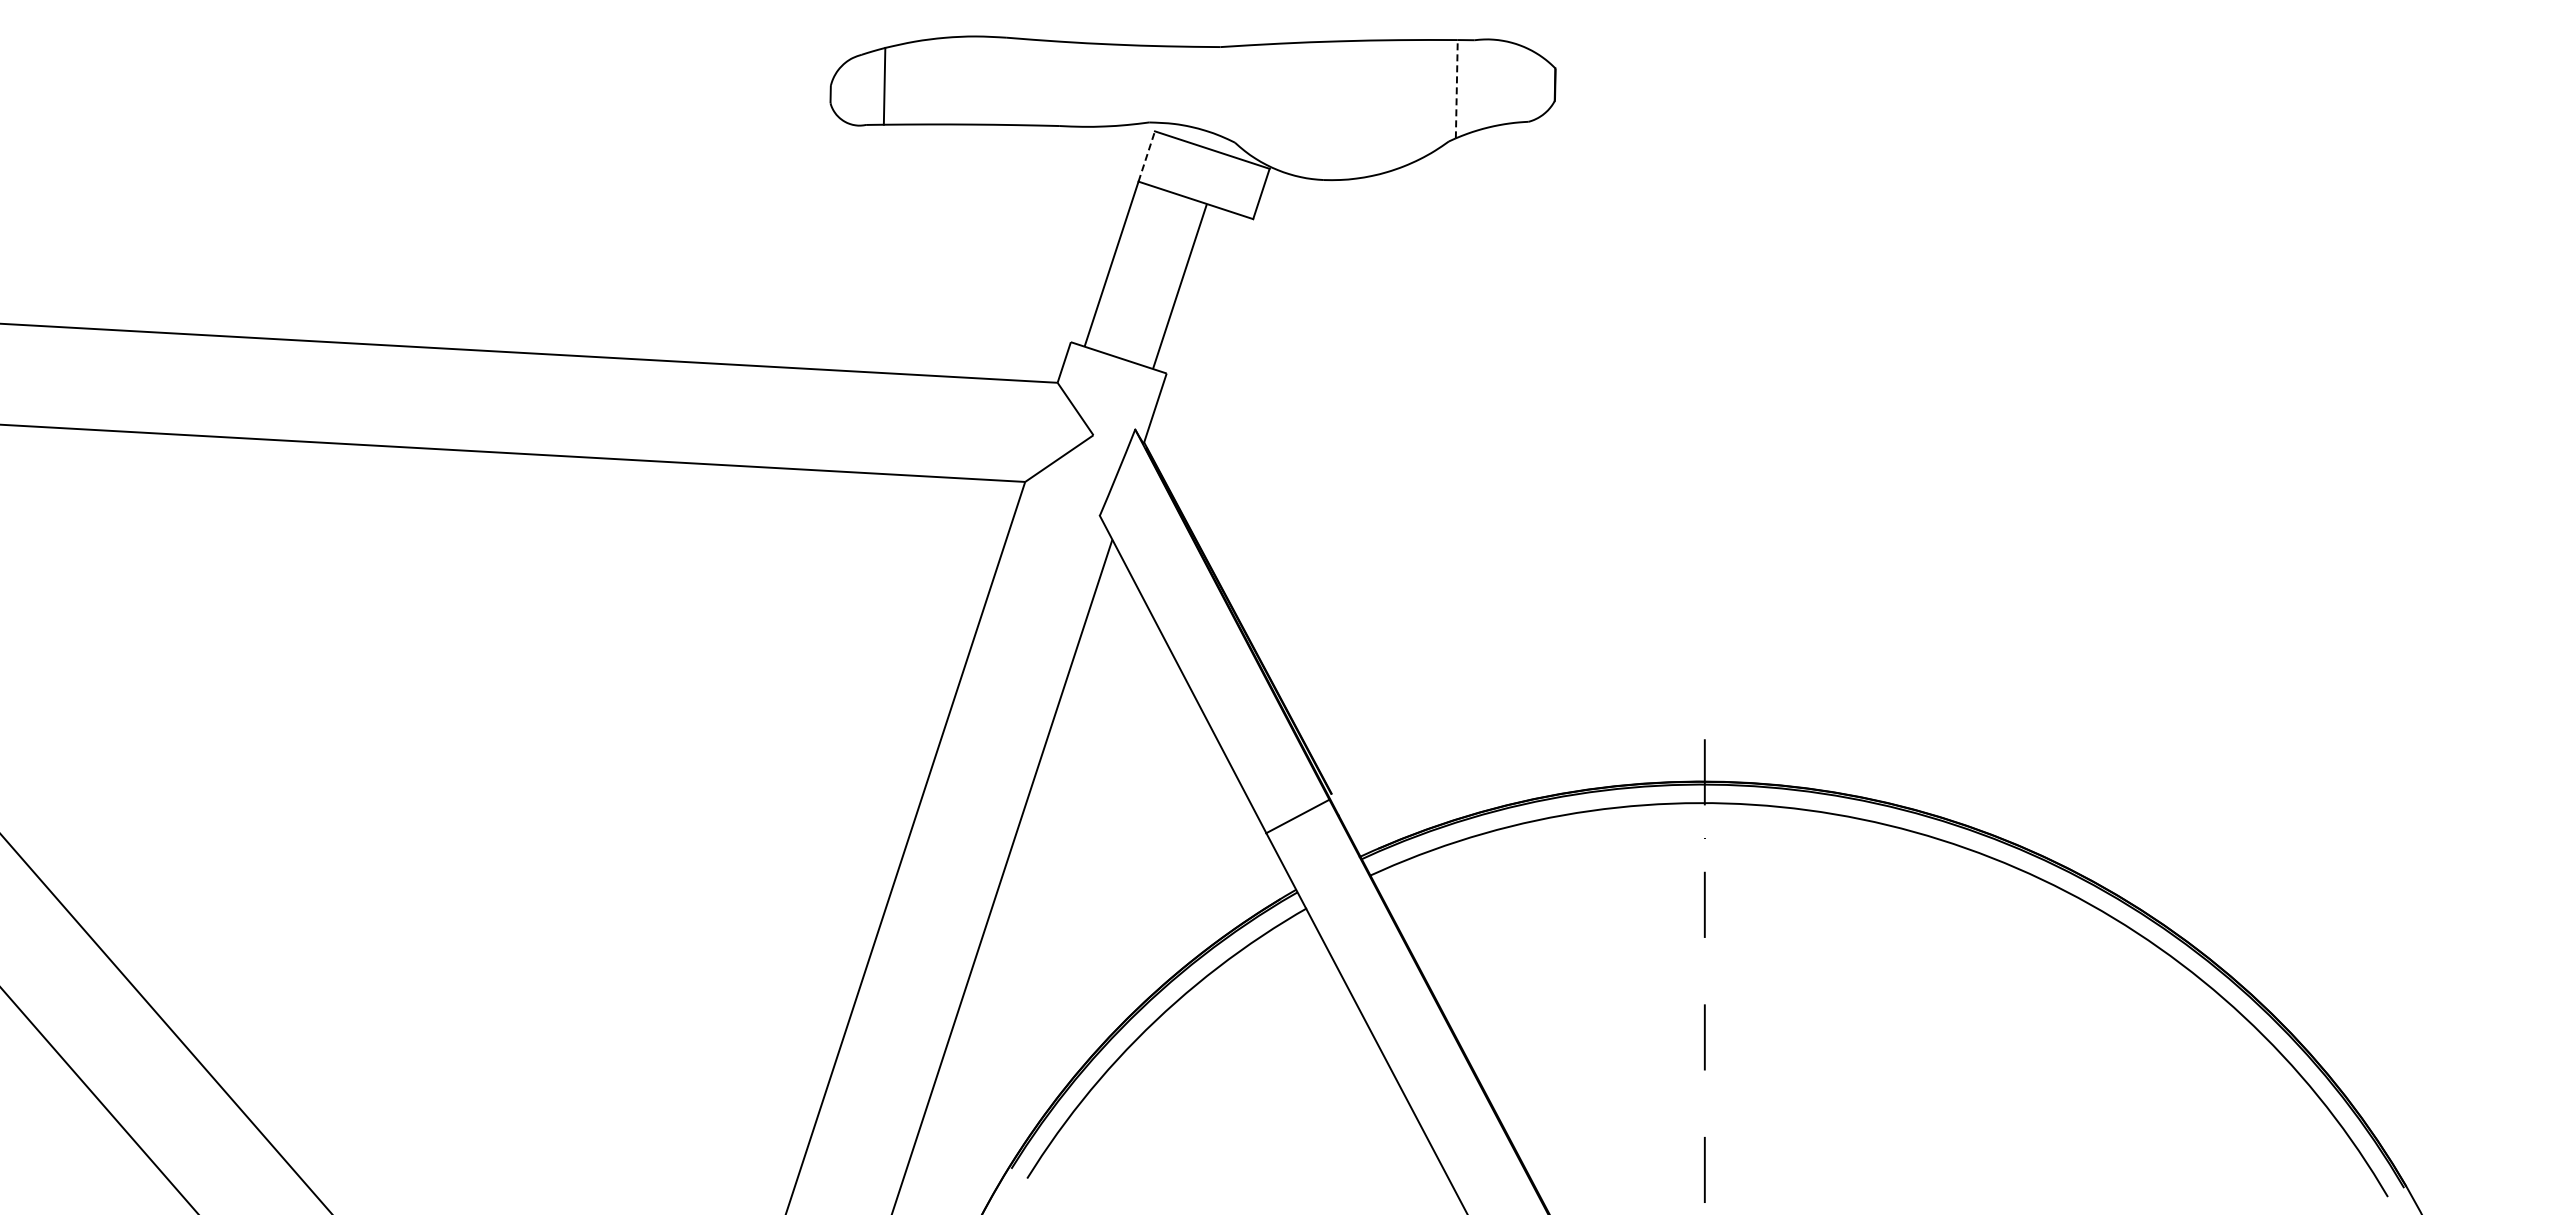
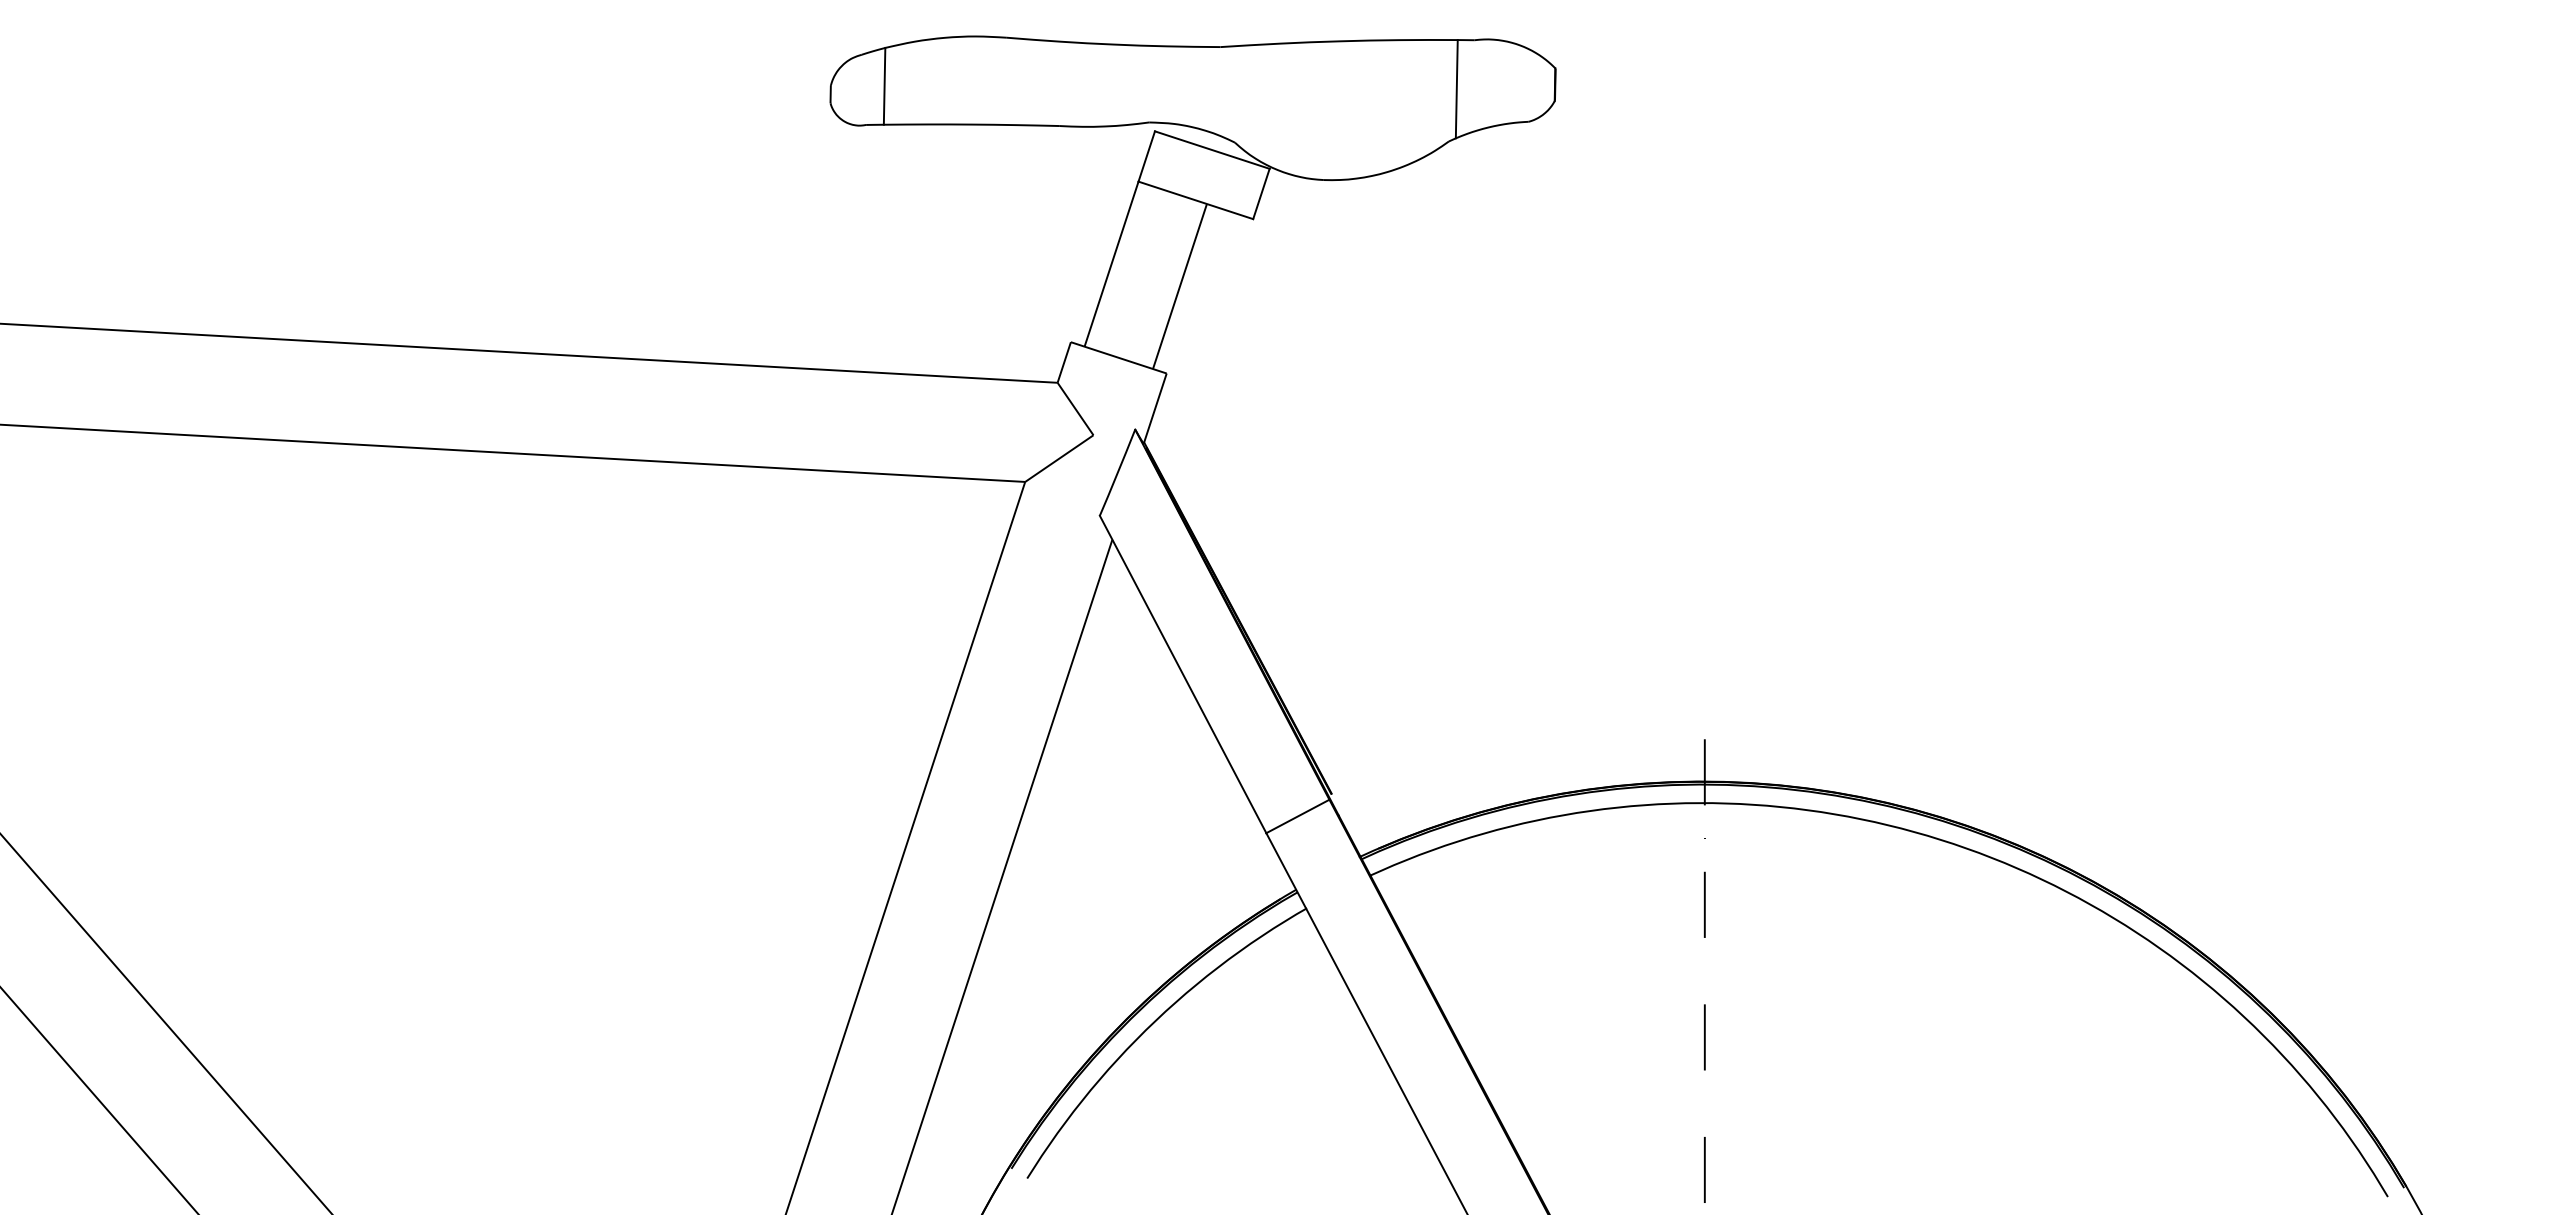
line at (1456, 88): dashed -> solid
line at (1146, 156): dashed -> solid
